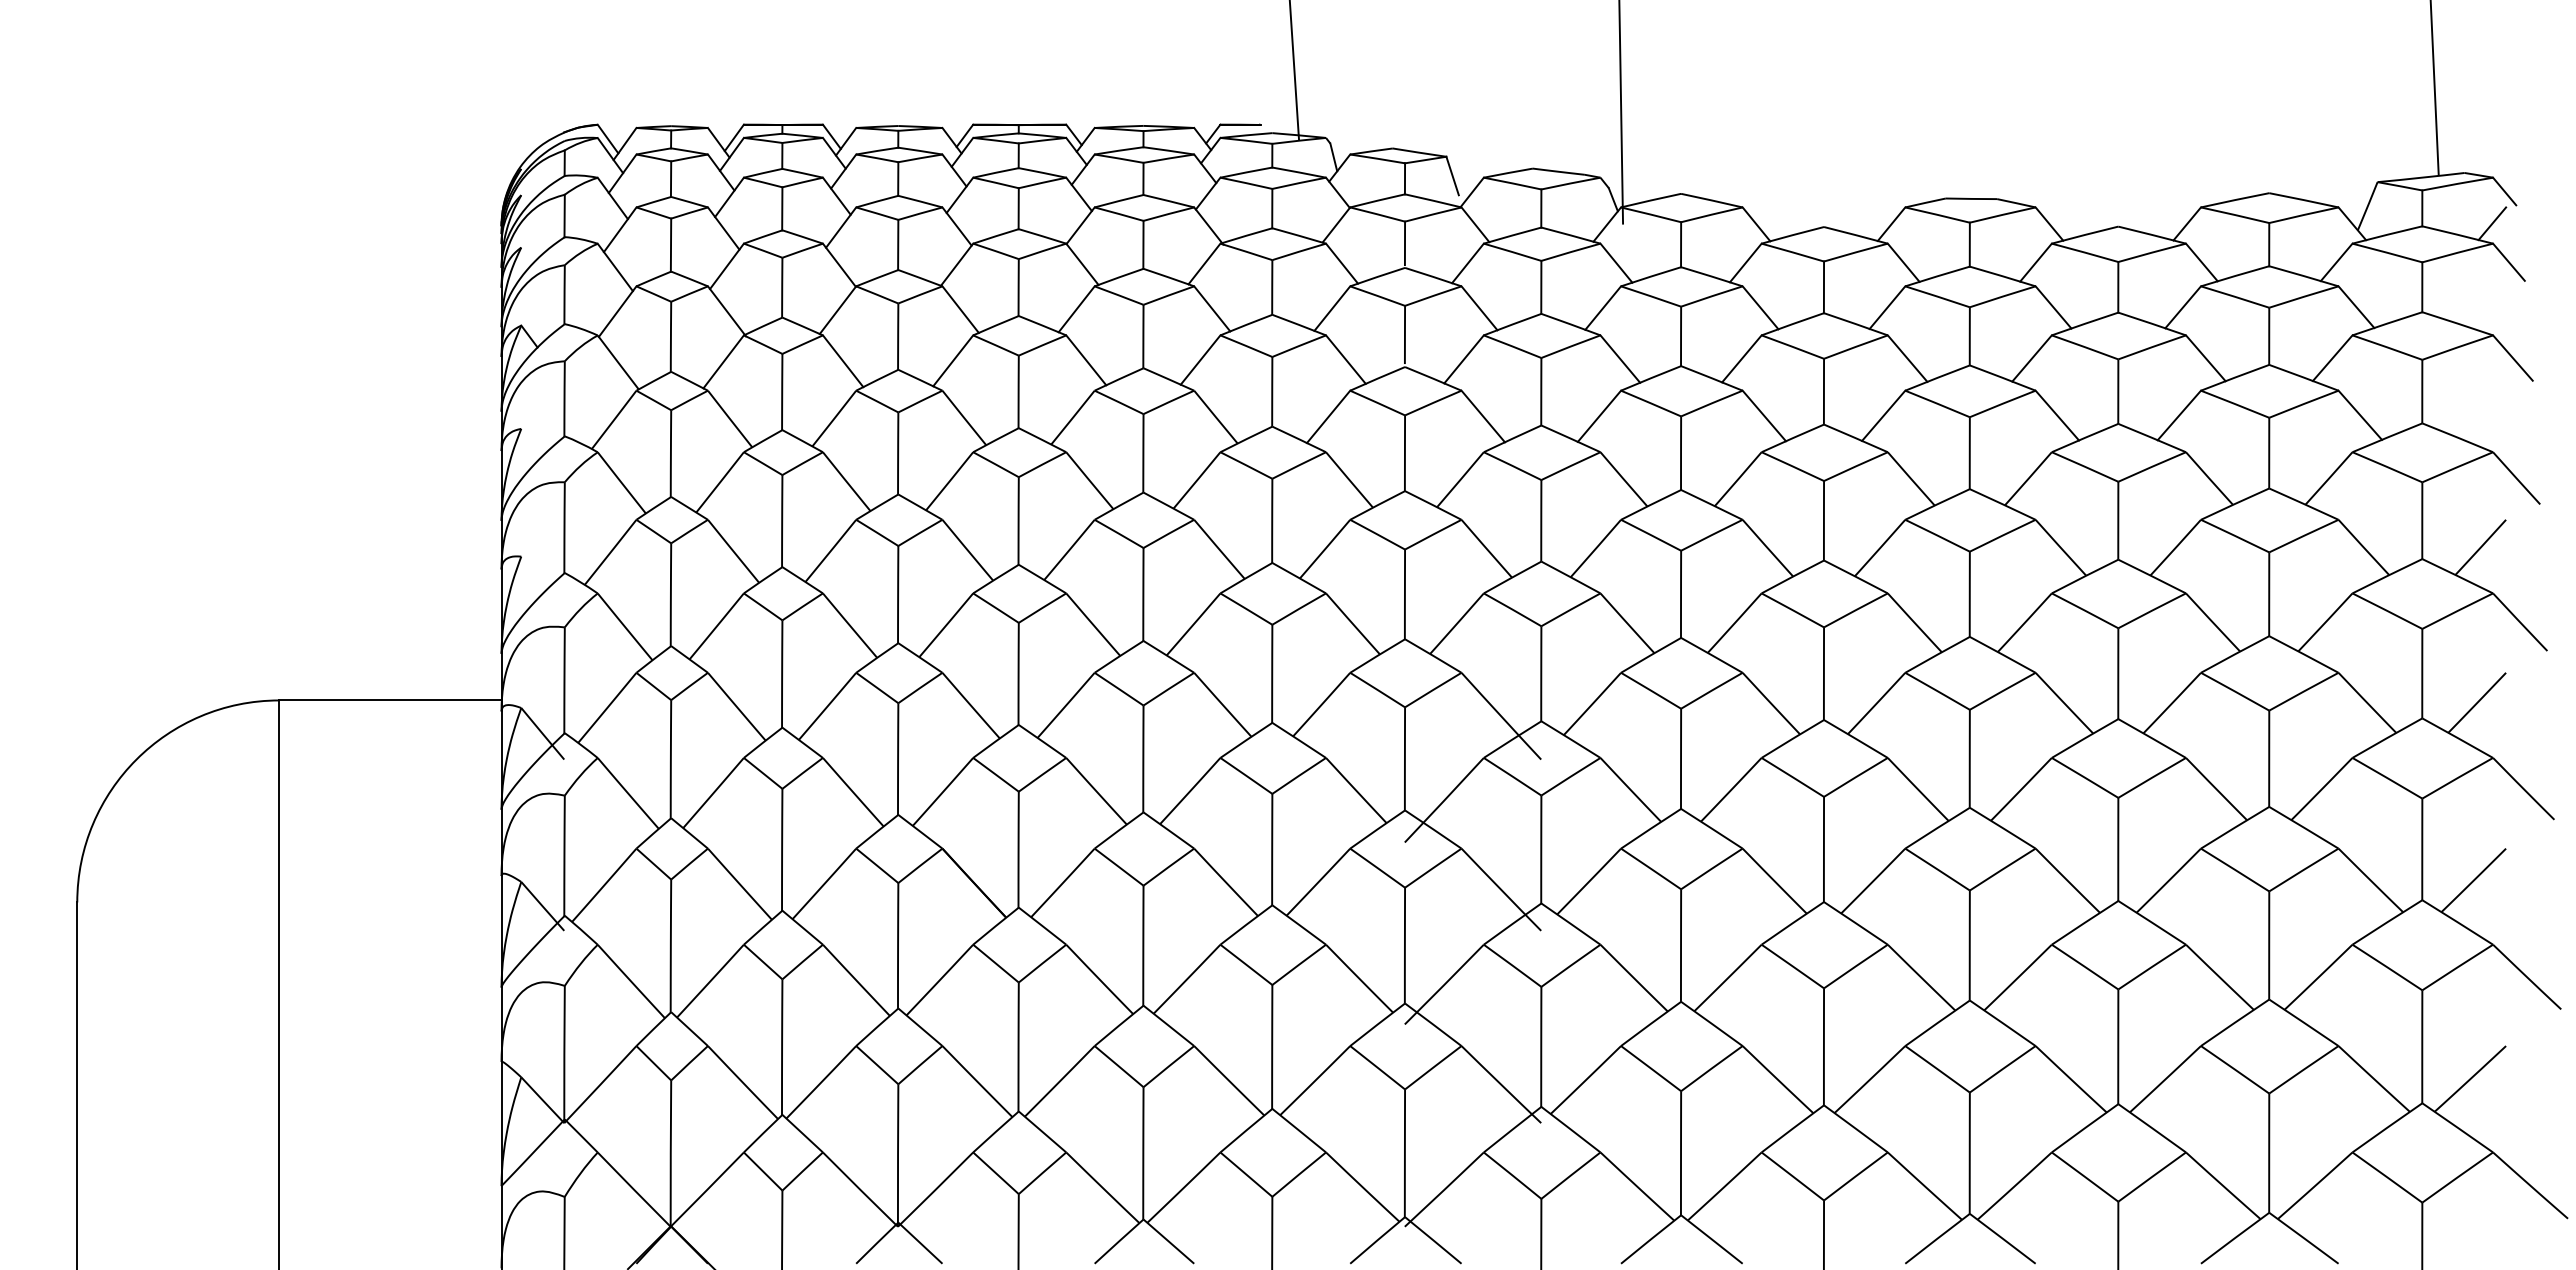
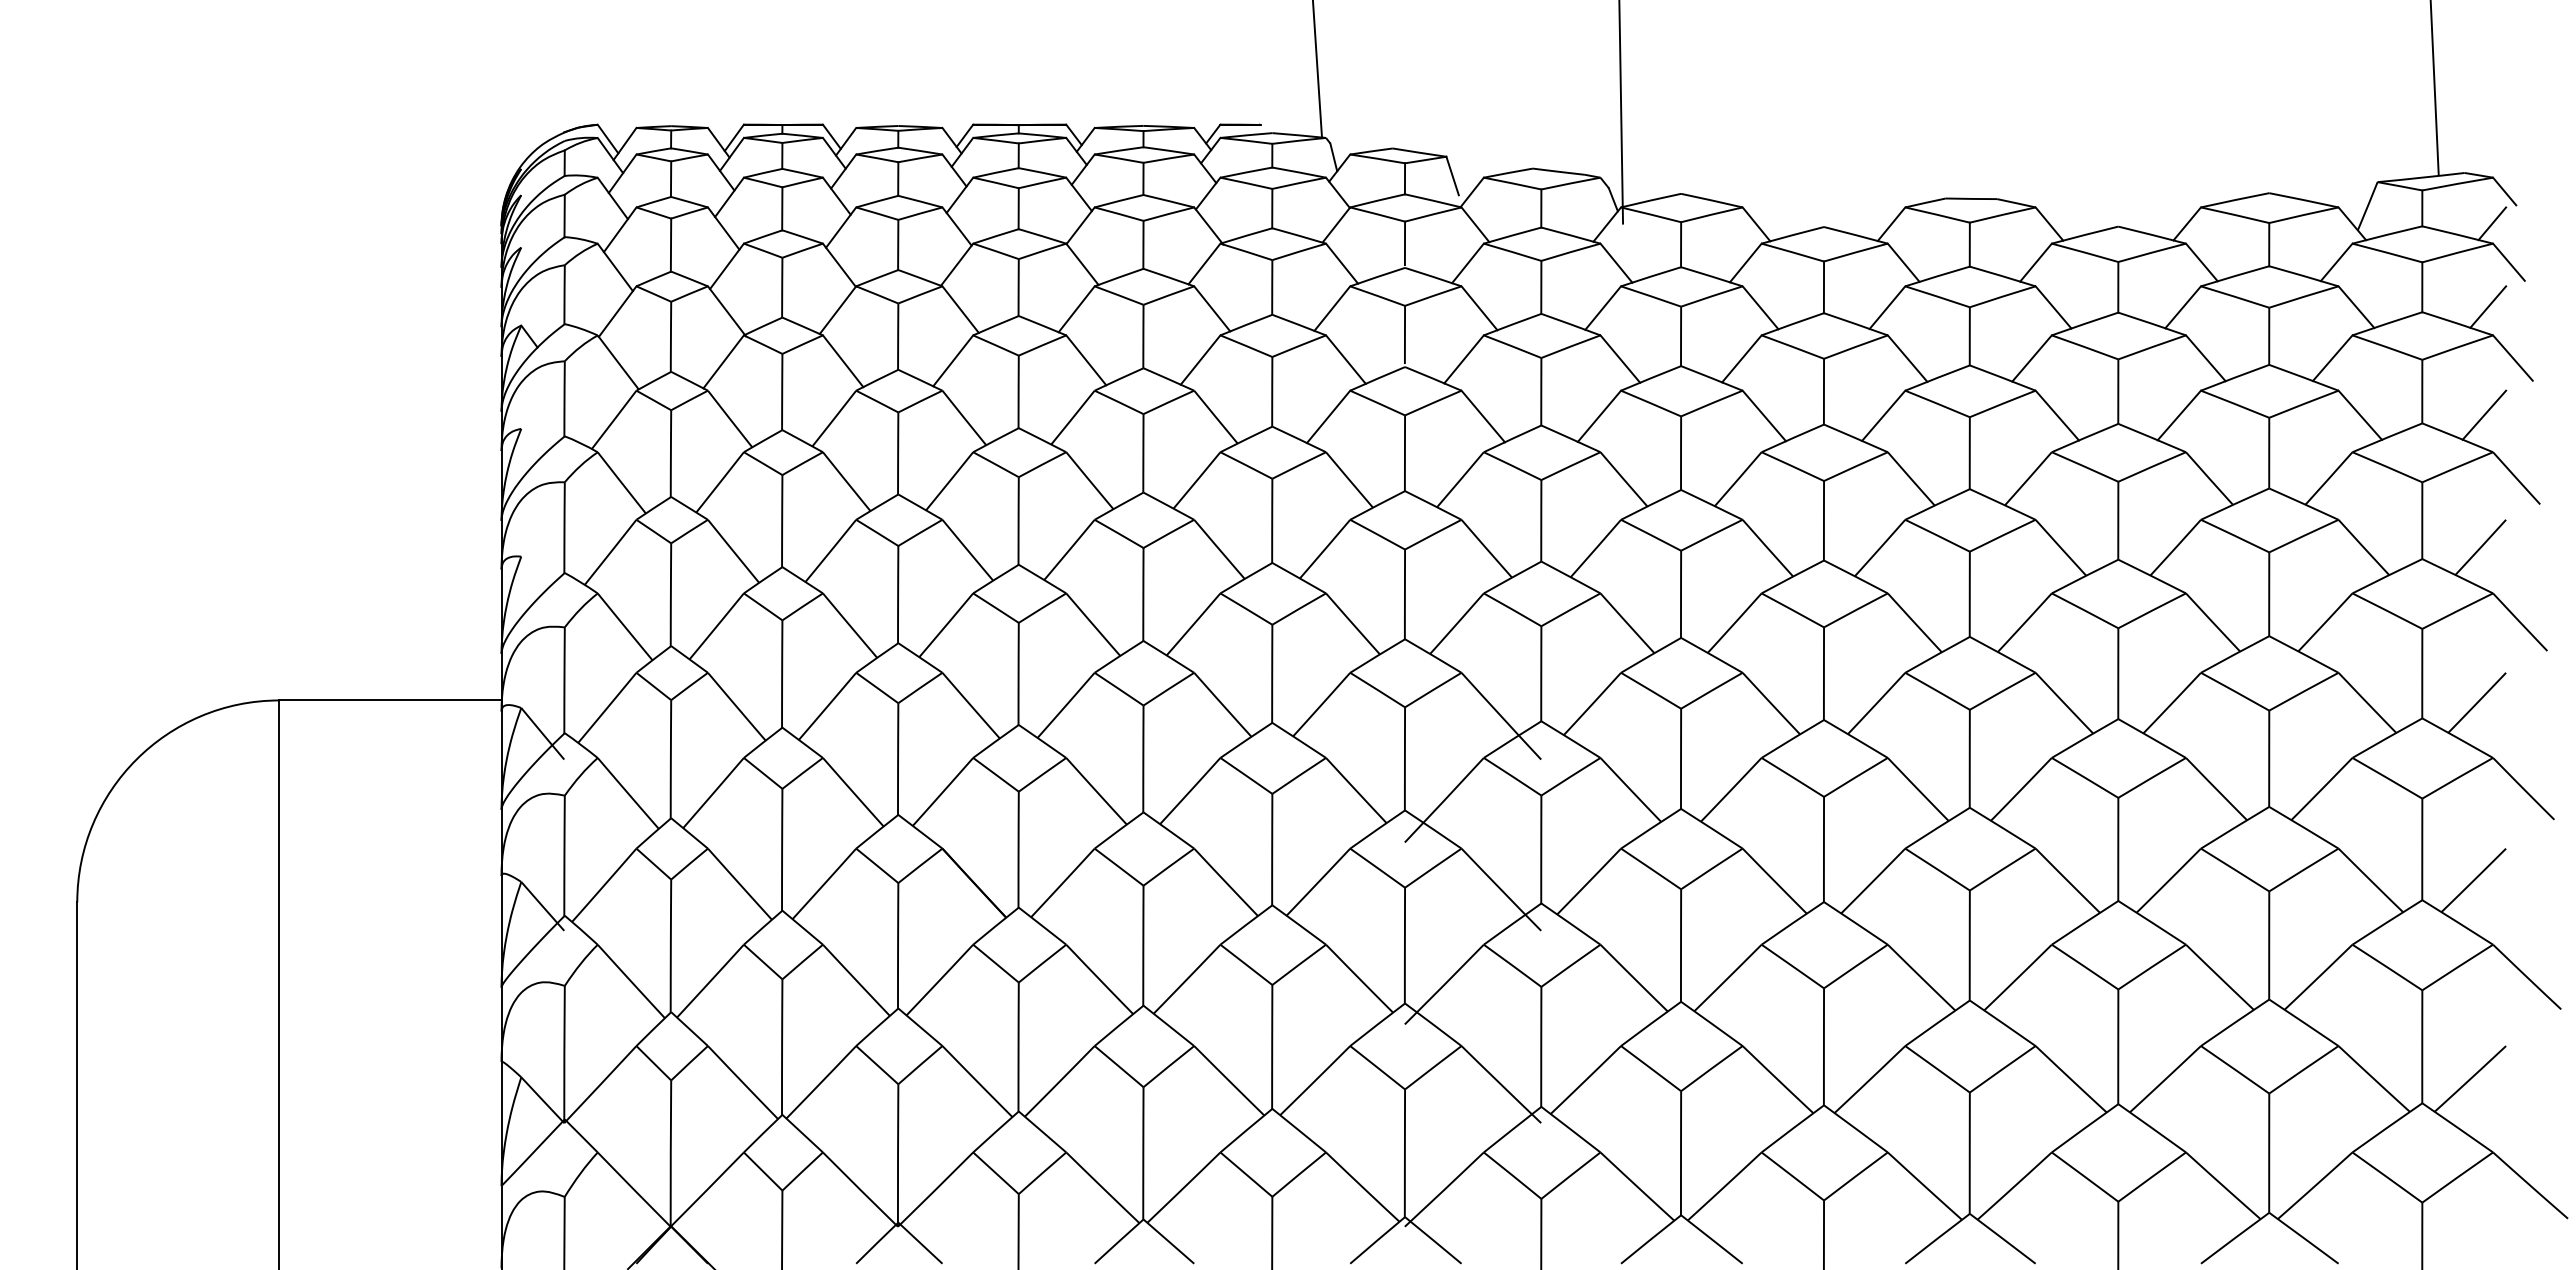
line at (1294, 70) position: (1294, 70) -> (1317, 69)
line at (2488, 306): none -> present
line at (2484, 414): none -> present
